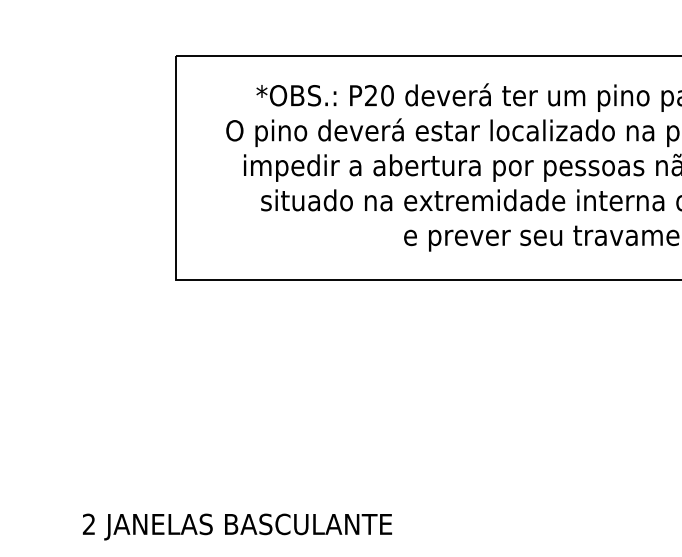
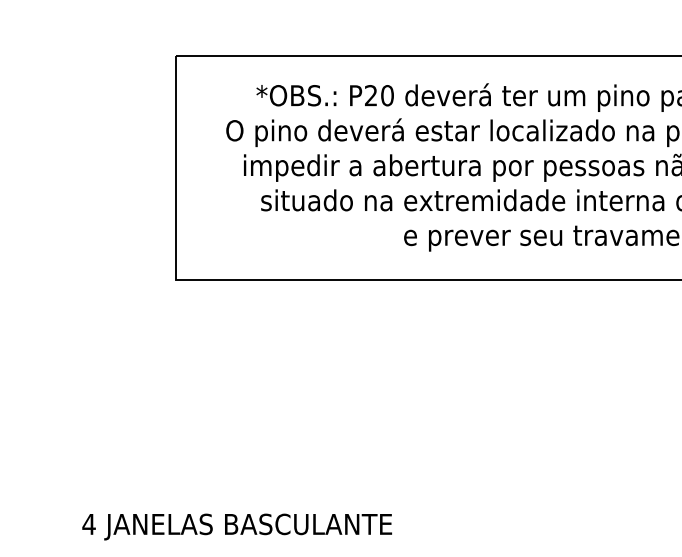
text at (88, 523): 2 -> 4
